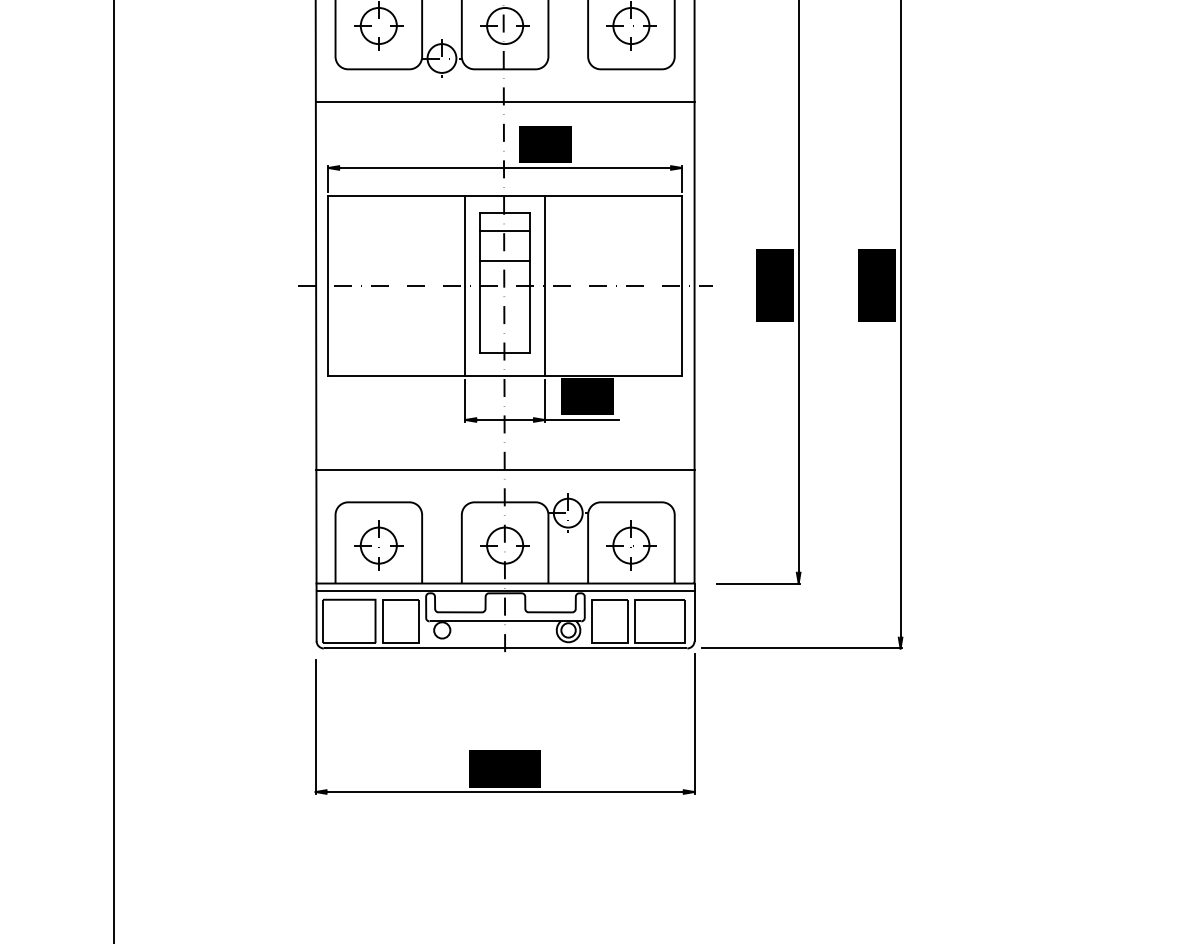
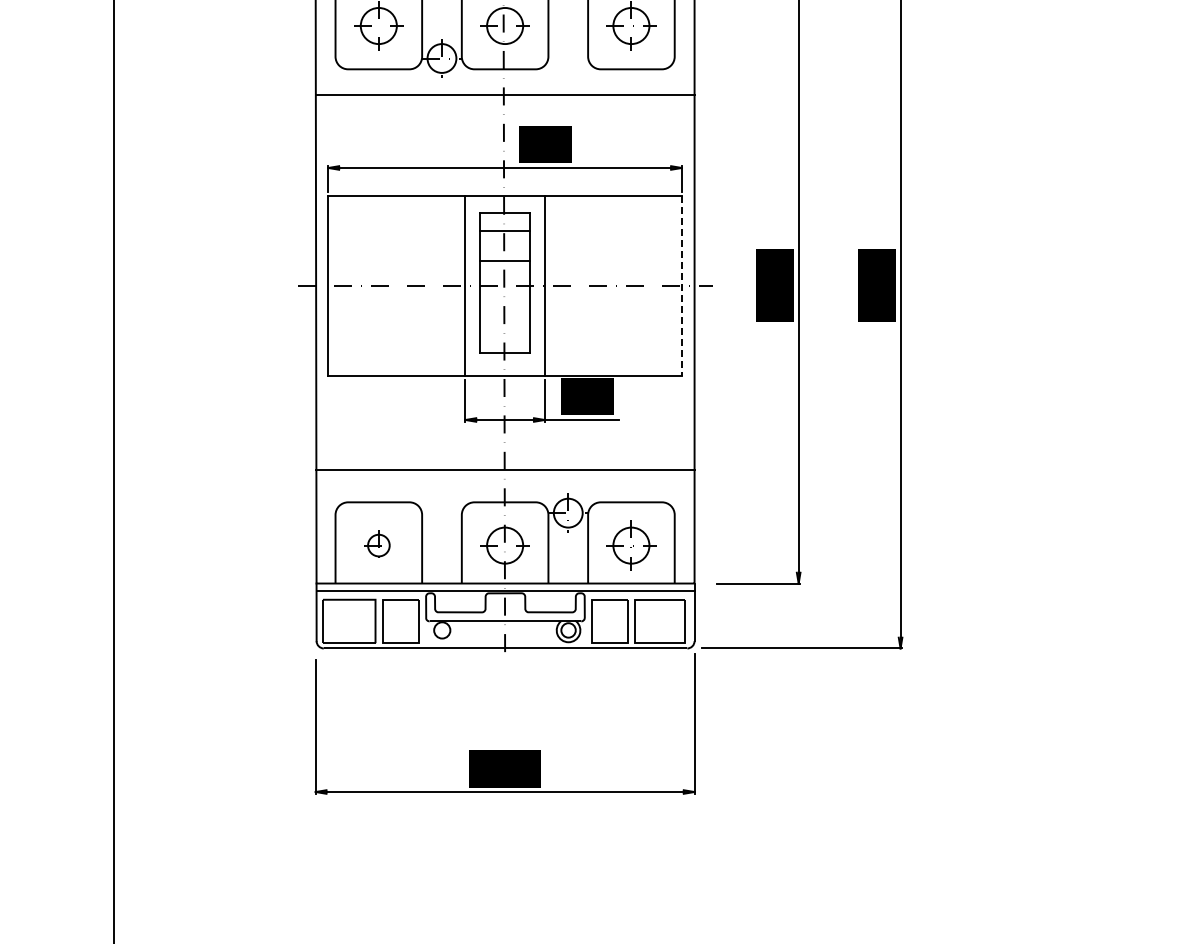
line at (504, 101) position: (504, 101) -> (504, 94)
line at (681, 286): solid -> dashed
part at (378, 545) size: 50x51 px -> 27x28 px
